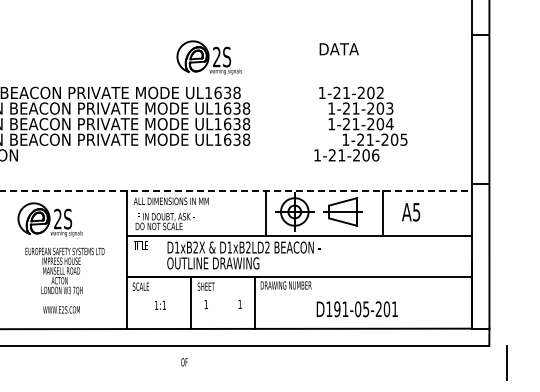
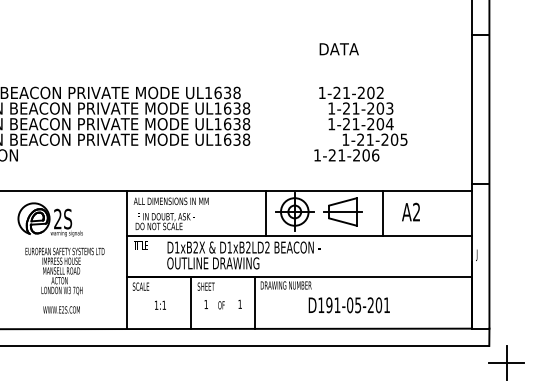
part at (208, 57): present -> none
line at (236, 190): dashed -> solid
text at (416, 211): A5 -> A2
text at (476, 254): I -> J
text at (356, 309) position: (356, 309) -> (348, 305)
text at (184, 362) position: (184, 362) -> (221, 305)
line at (506, 363): none -> present
